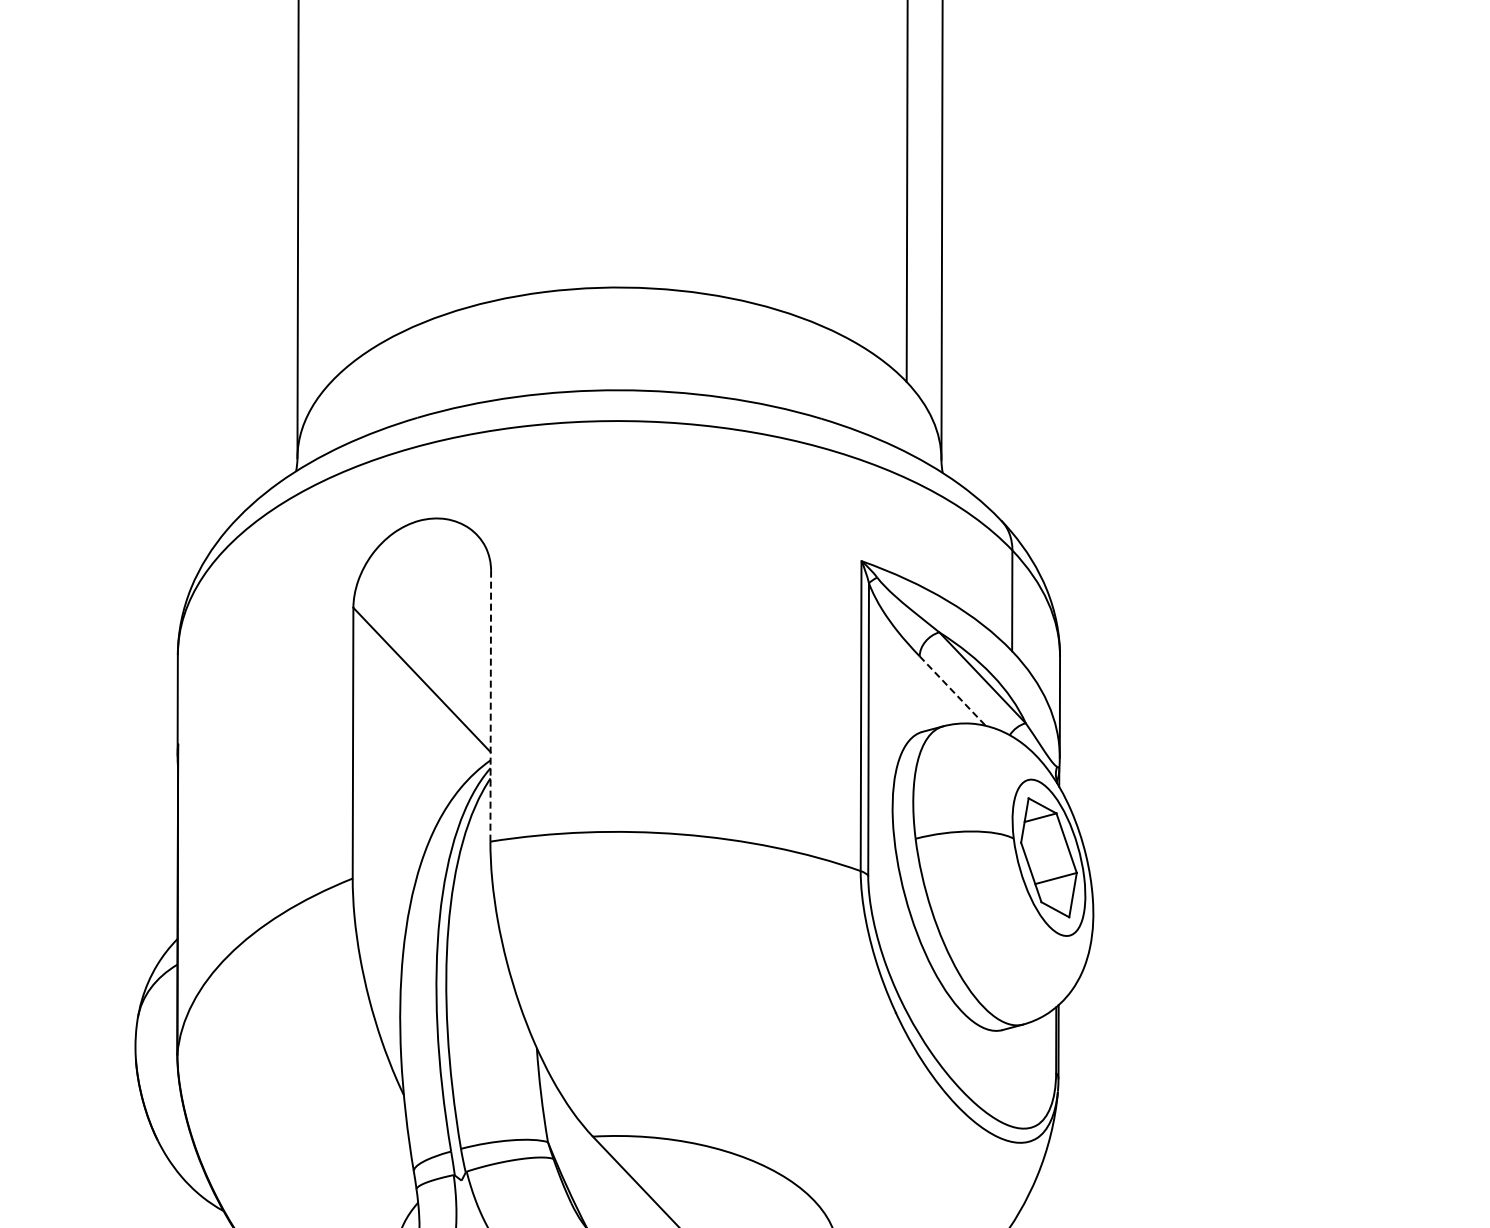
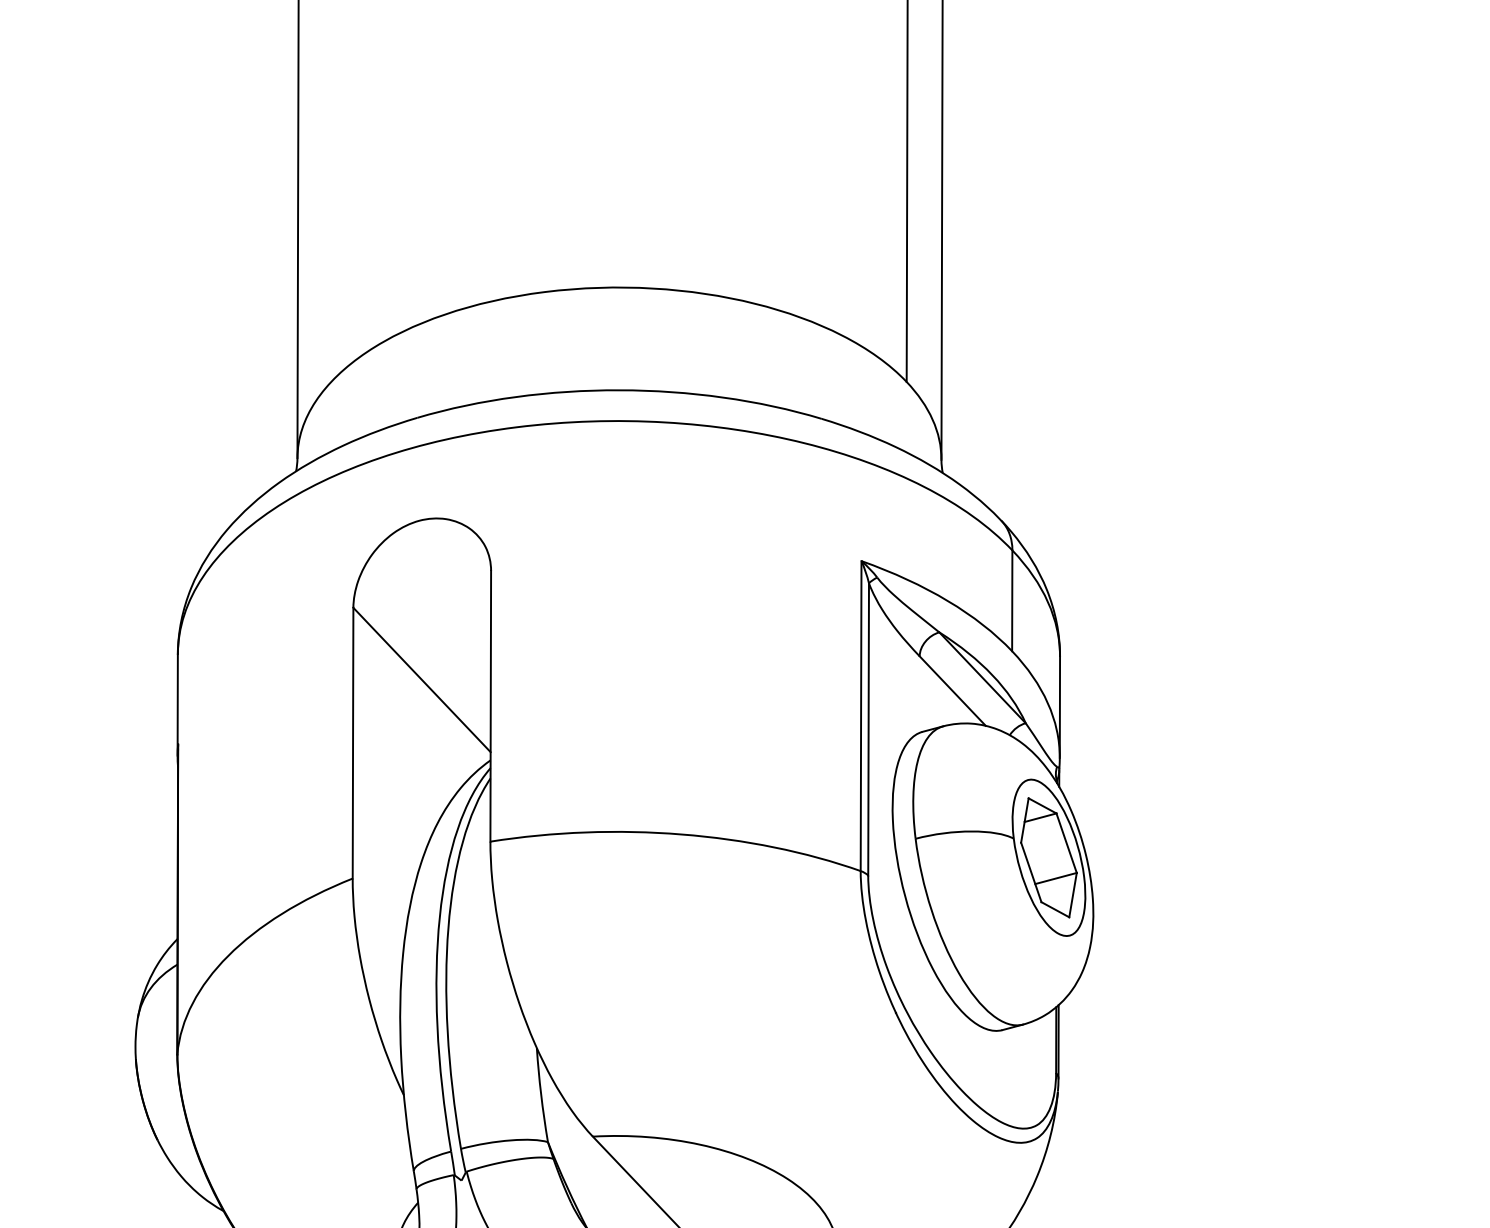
line at (952, 691): dashed -> solid
line at (490, 705): dashed -> solid
